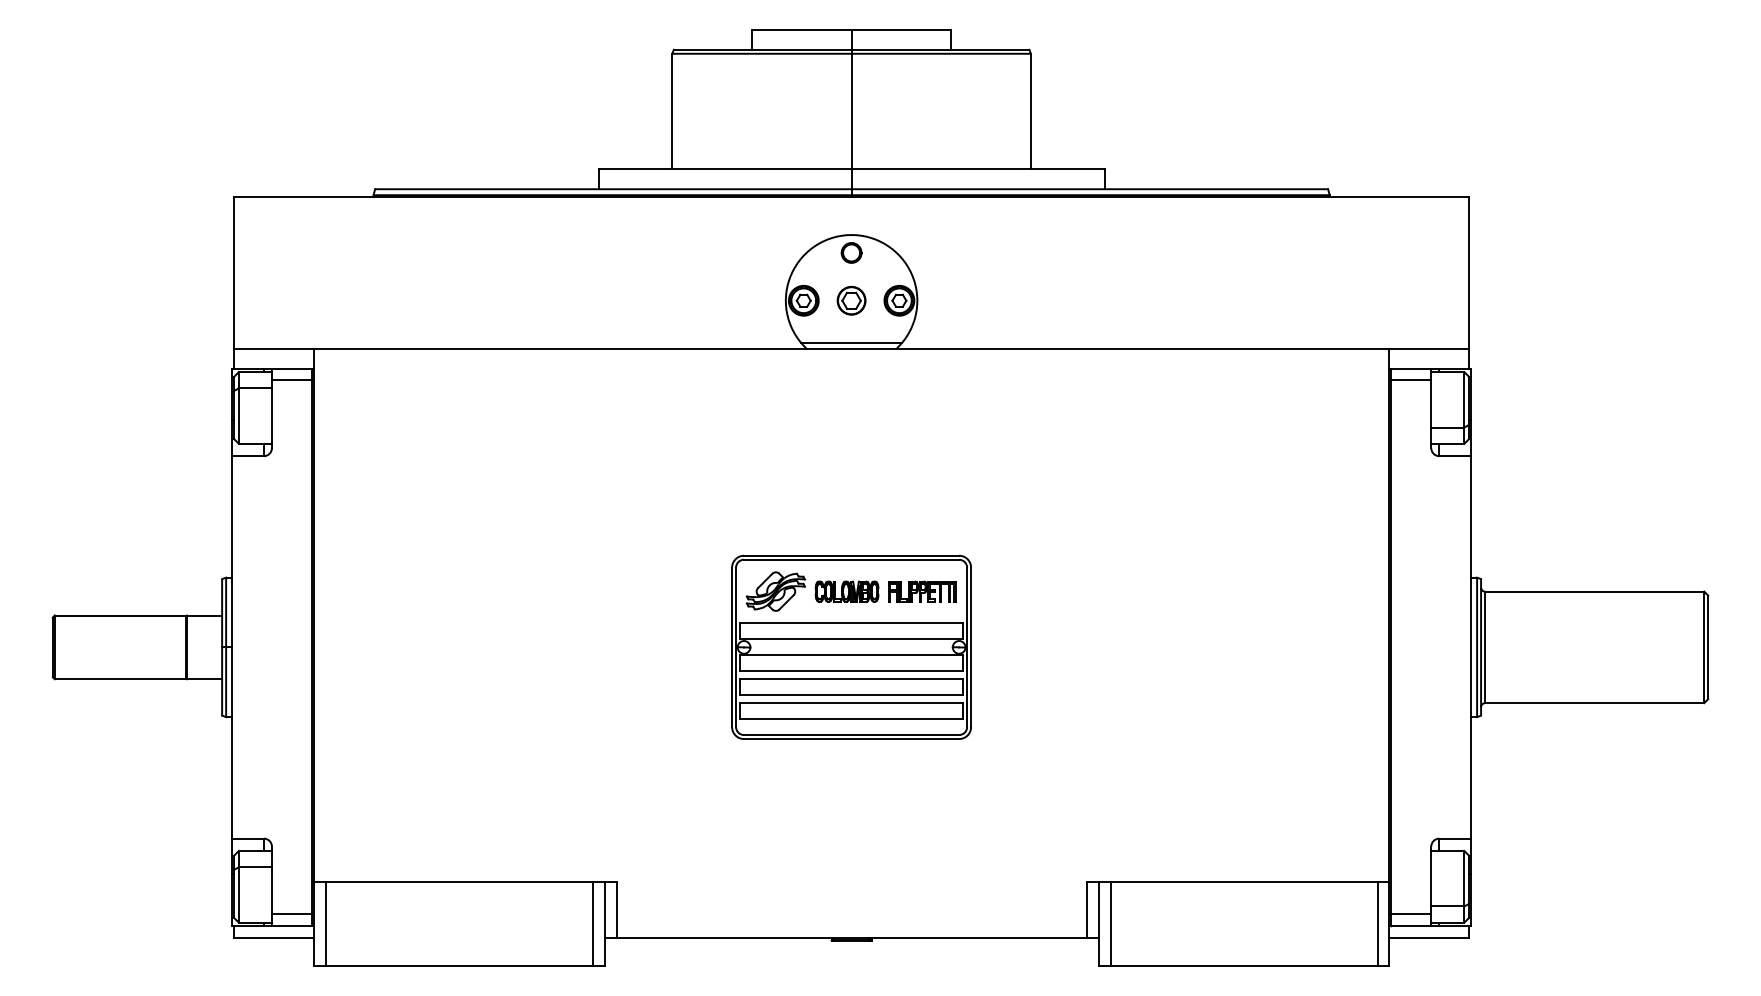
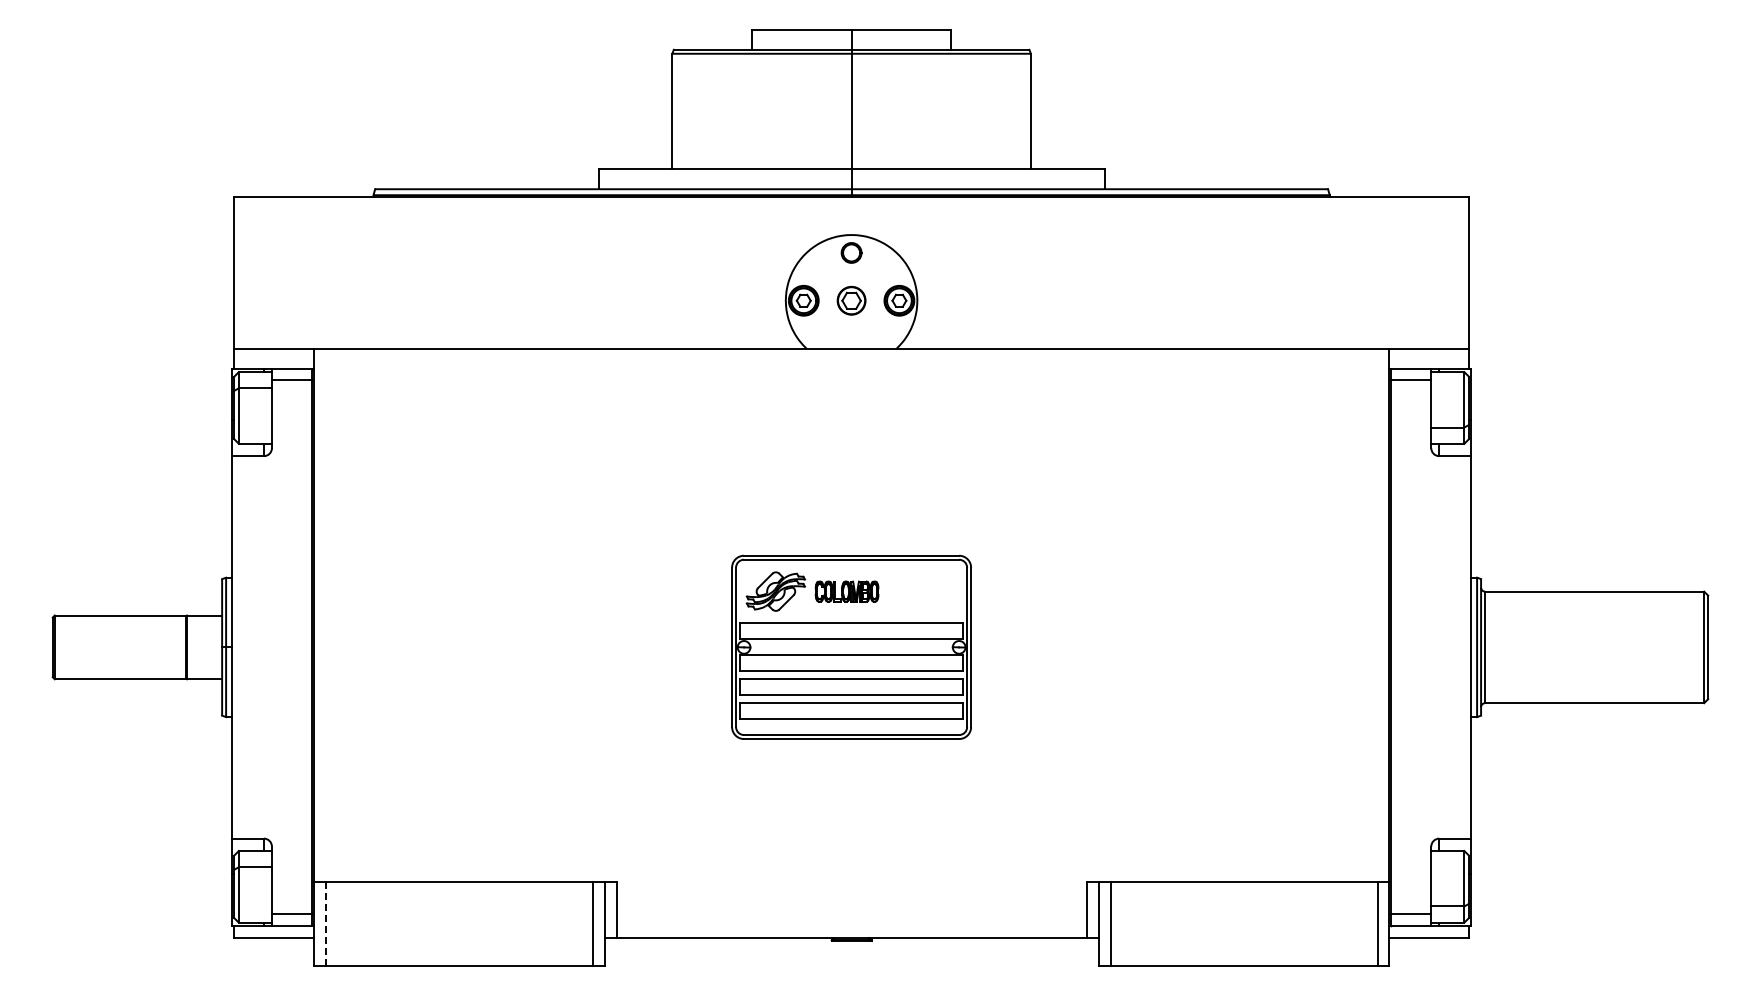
line at (851, 342): present -> none
part at (922, 591): present -> none
line at (325, 924): solid -> dashed
